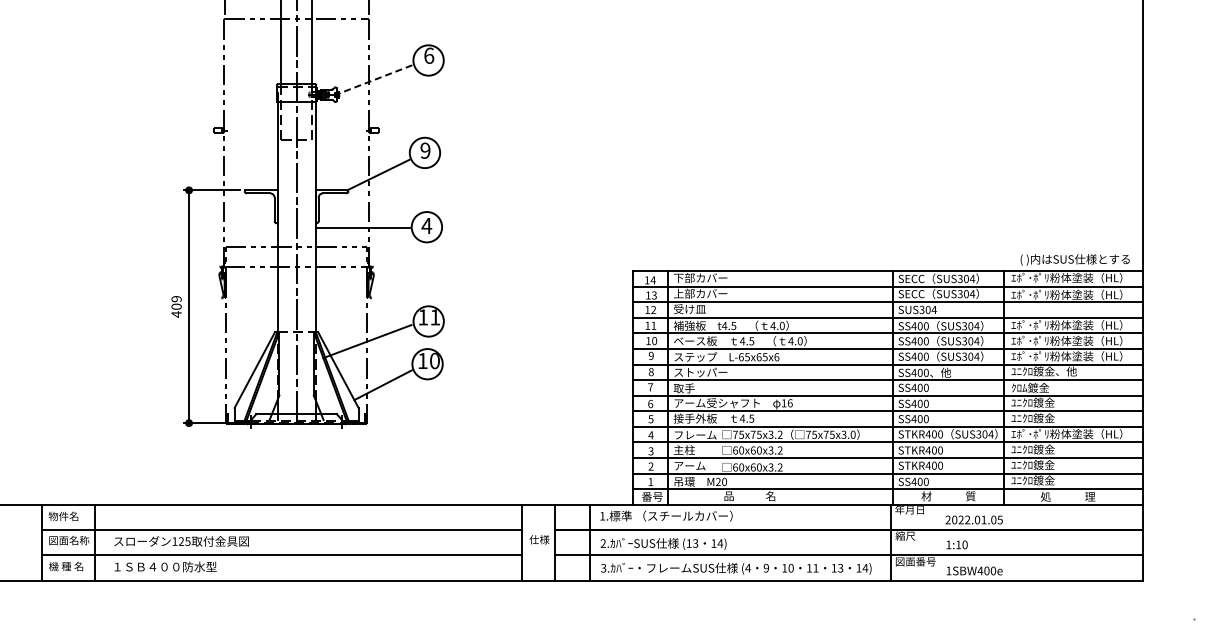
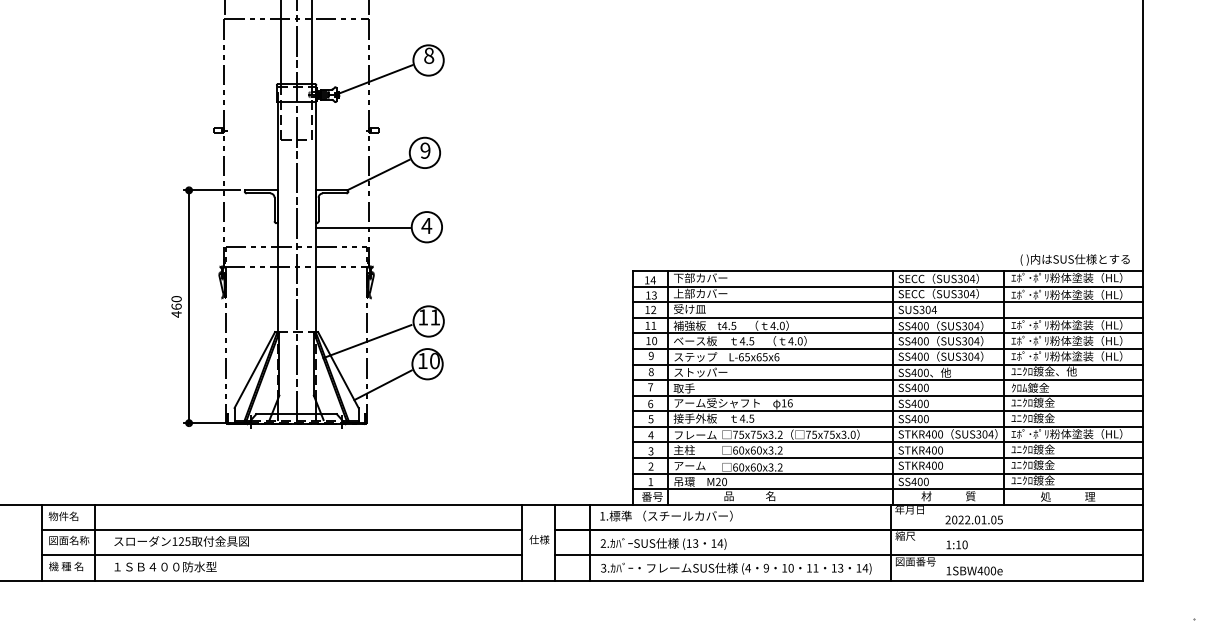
text at (429, 55): 6 -> 8
line at (375, 79): dashed -> solid
text at (176, 302): 409 -> 460
